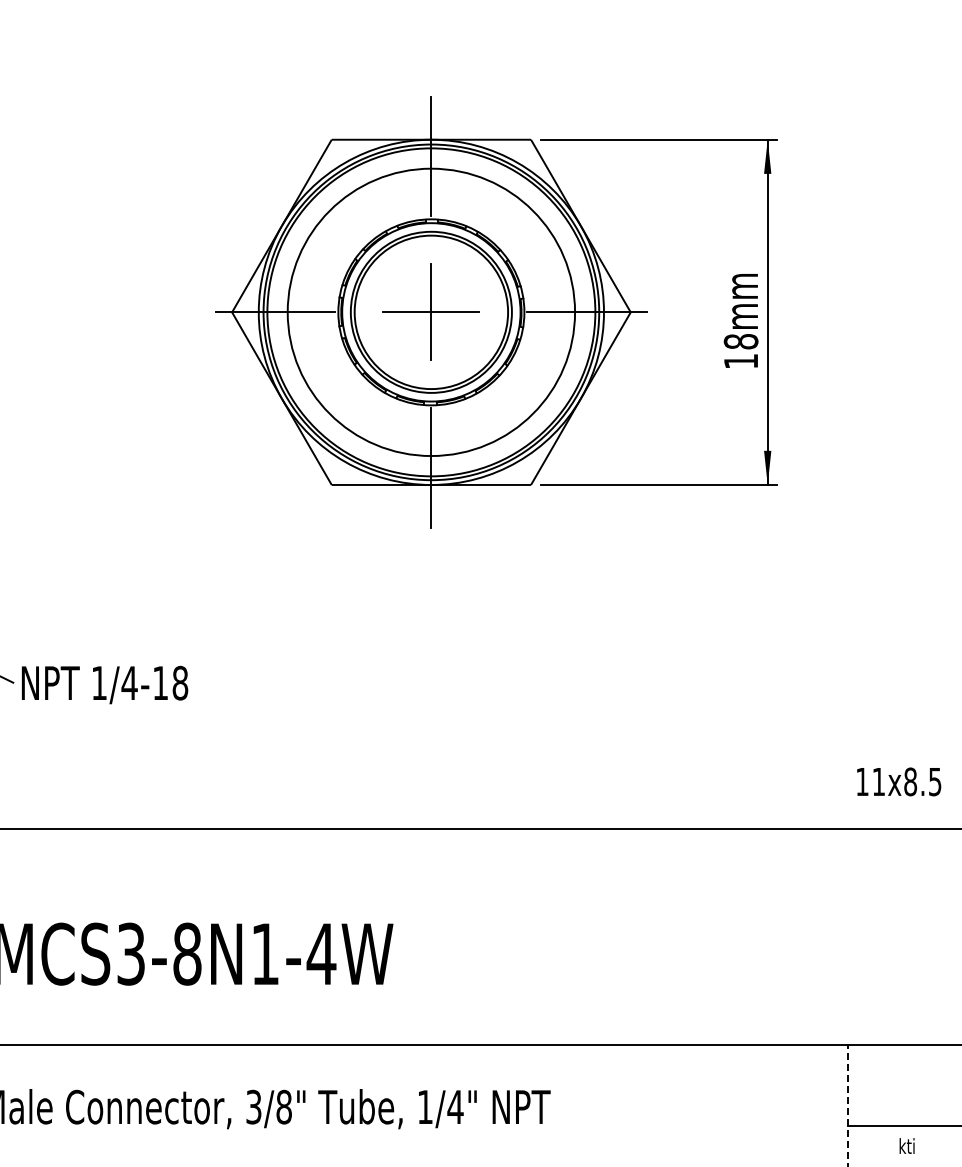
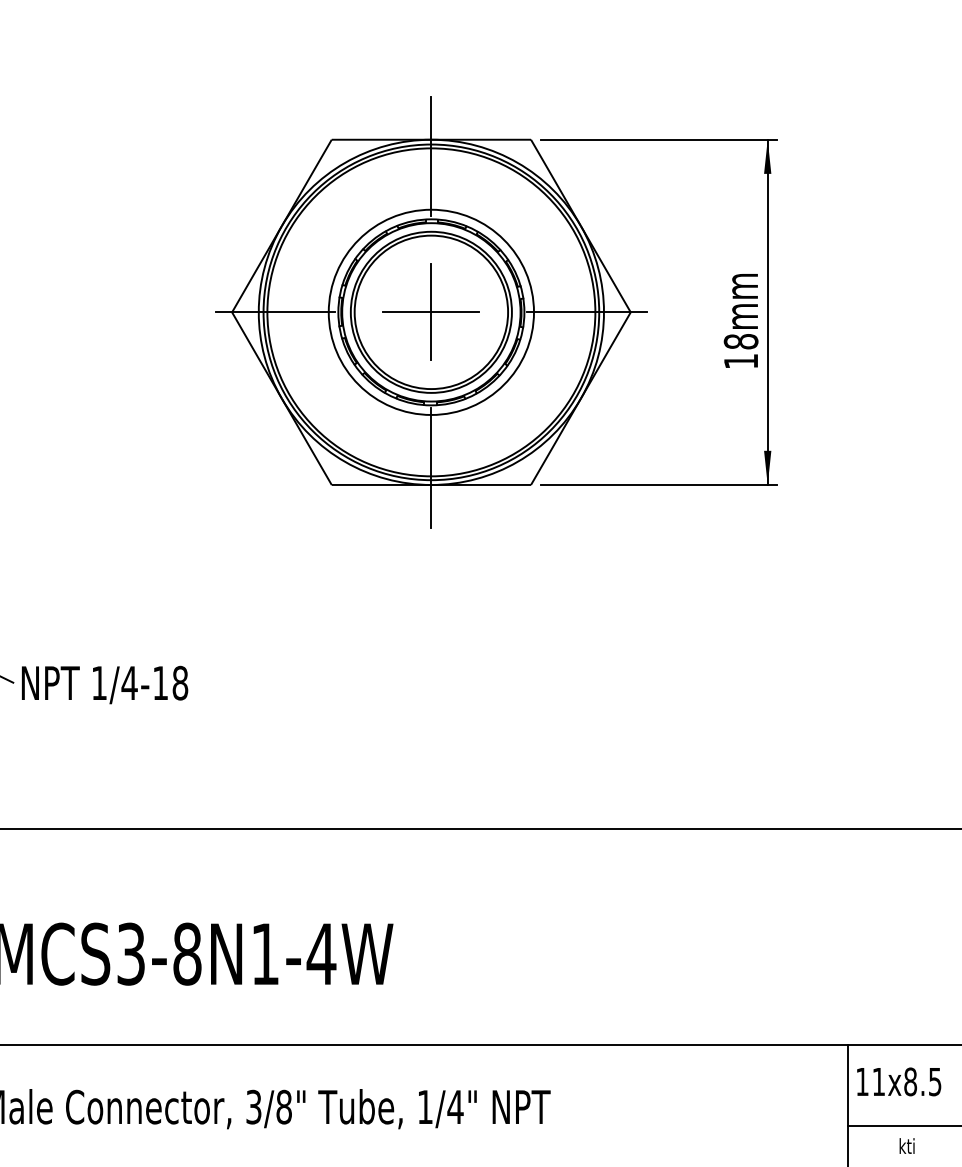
circle at (431, 312) diameter: 287 px -> 205 px
text at (899, 781) position: (899, 781) -> (899, 1081)
line at (847, 1105): dashed -> solid
